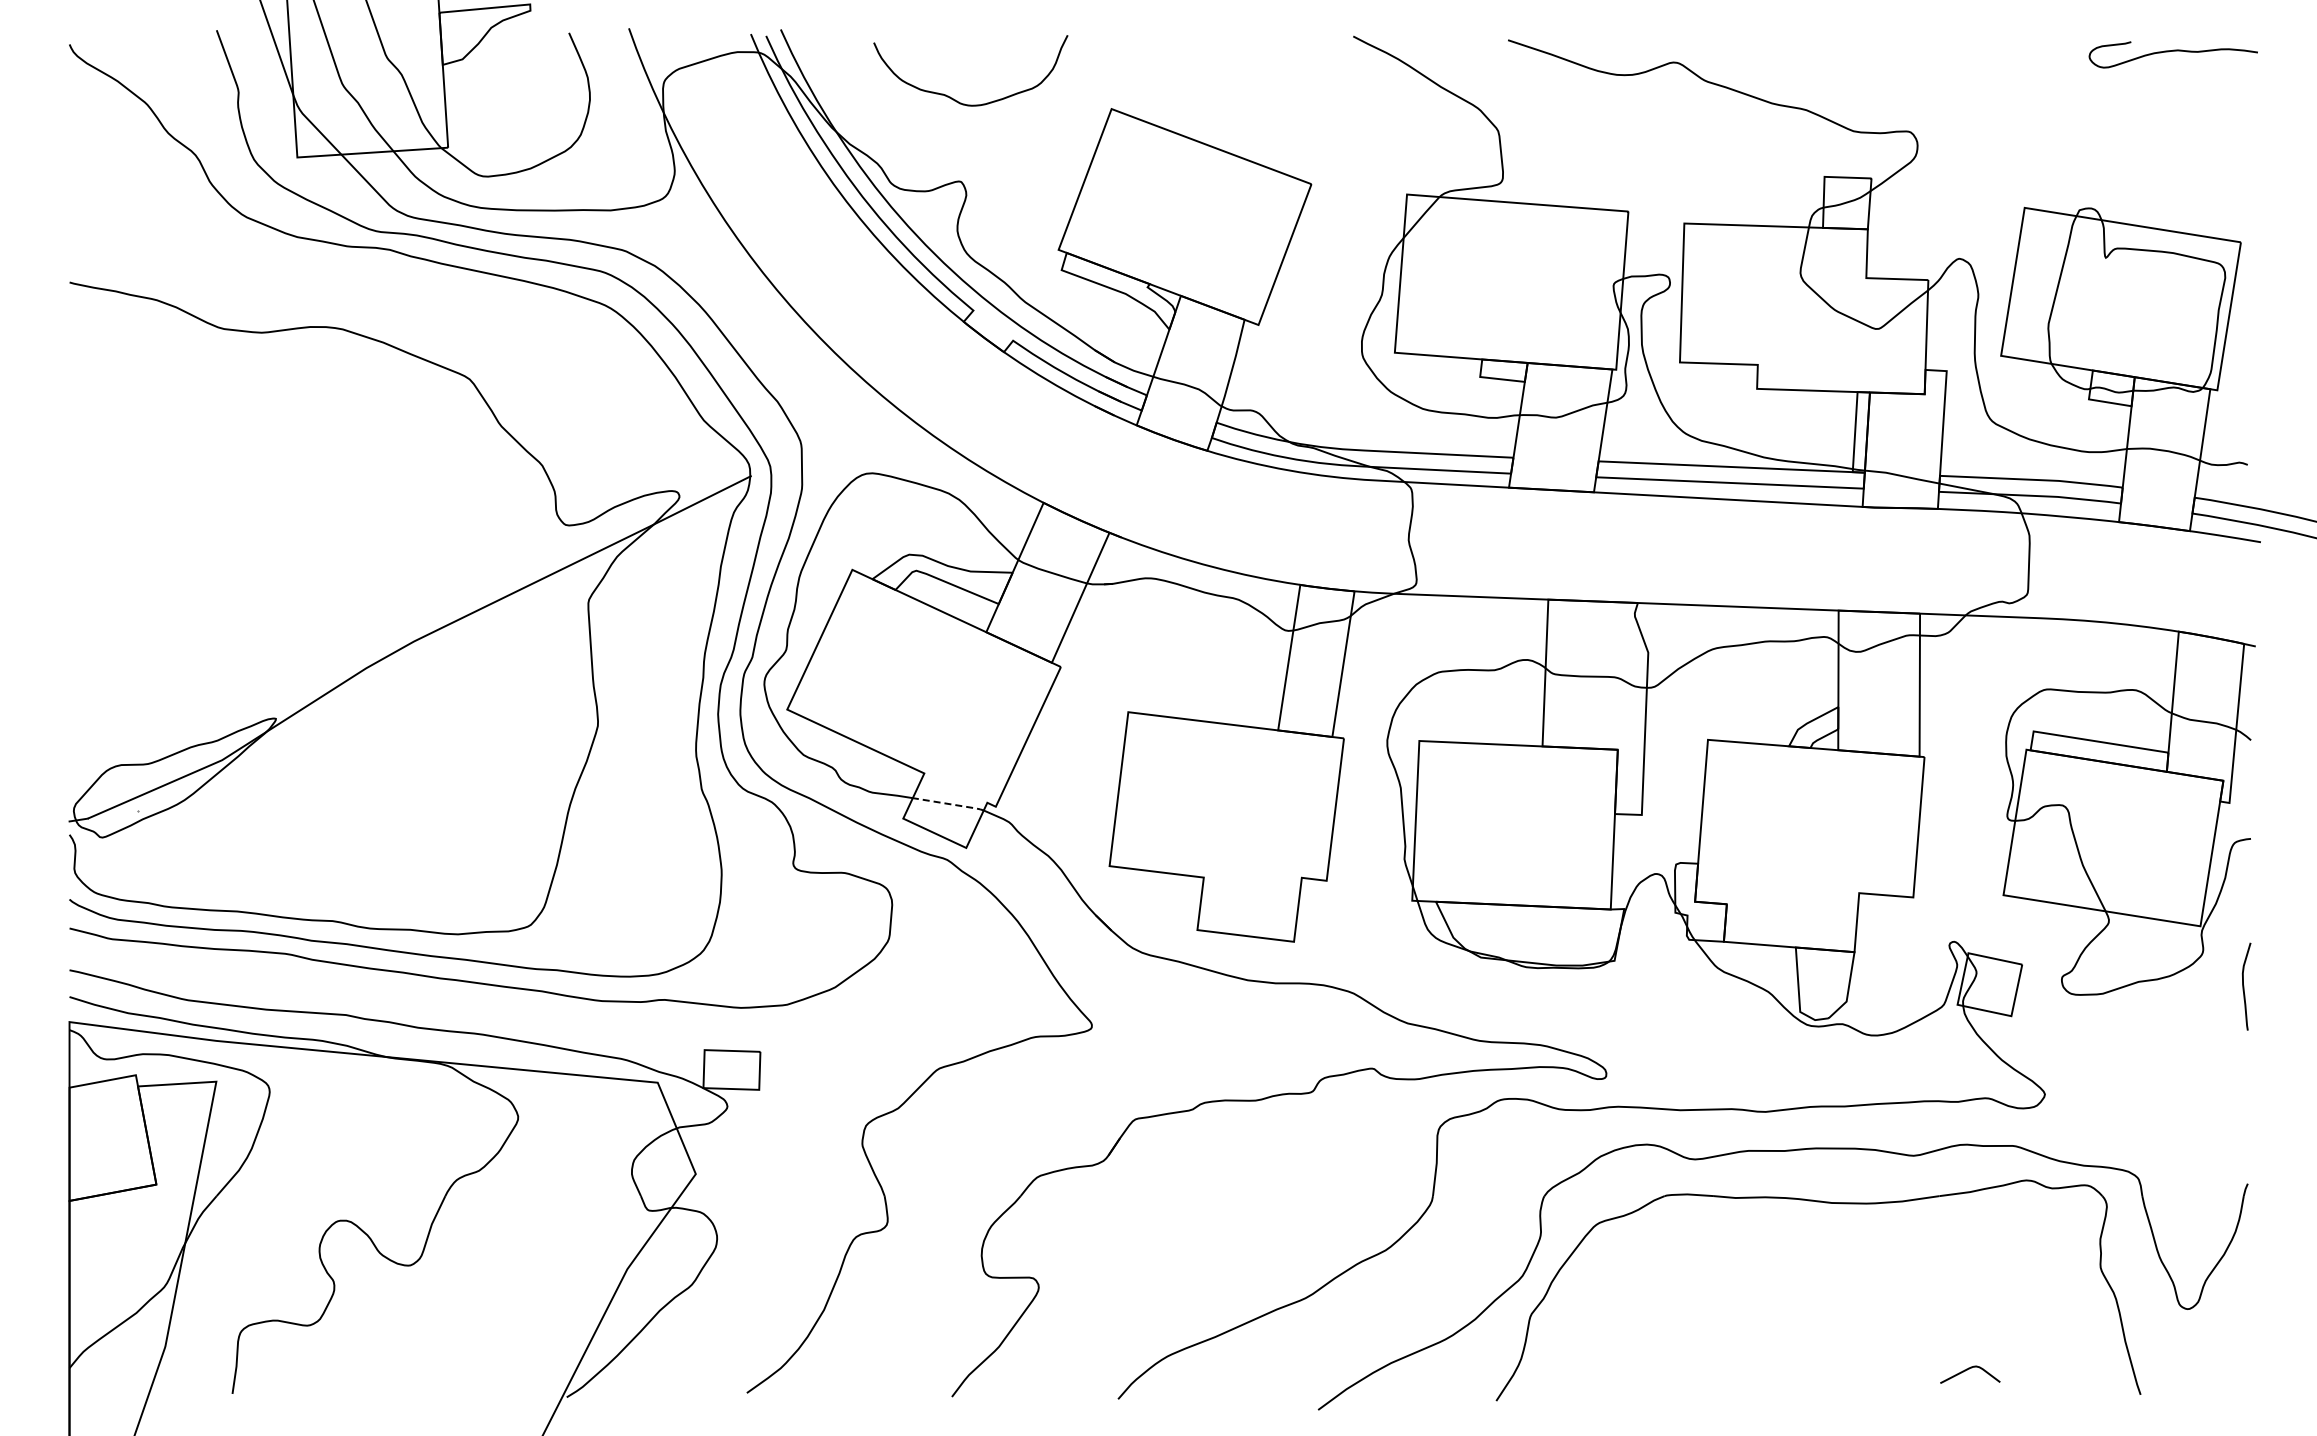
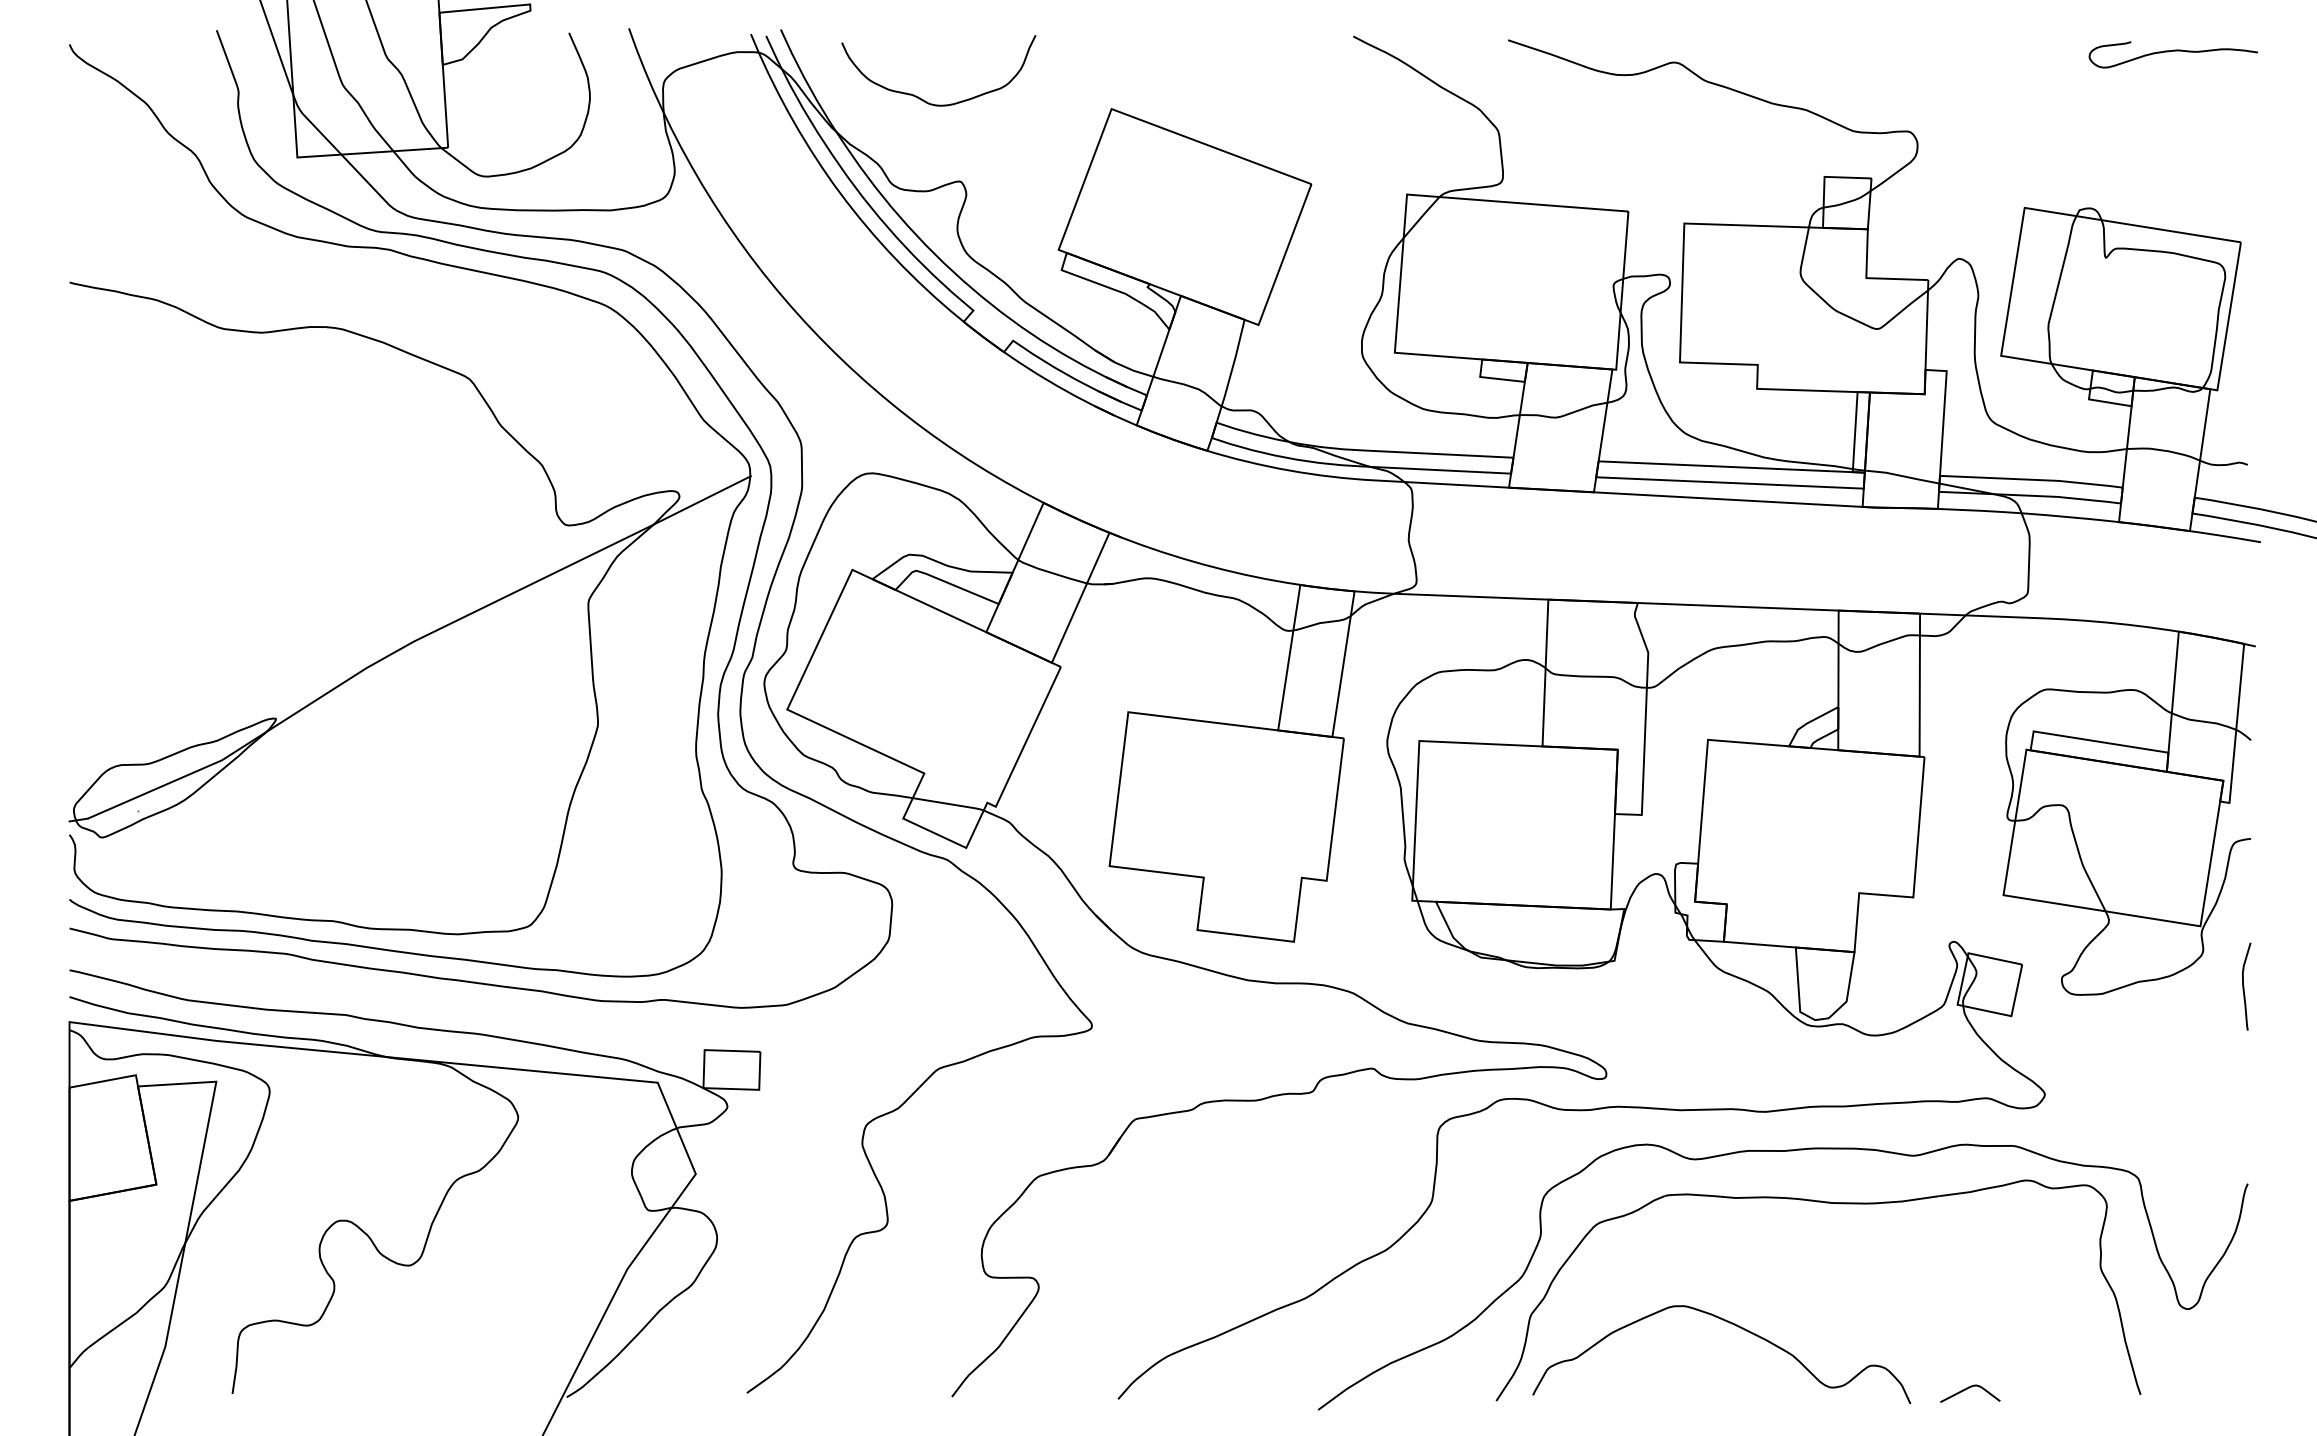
curve at (952, 97) position: (952, 97) -> (920, 97)
line at (949, 804): dashed -> solid
curve at (1731, 1324): none -> present
curve at (1967, 1370) position: (1967, 1370) -> (1967, 1389)
